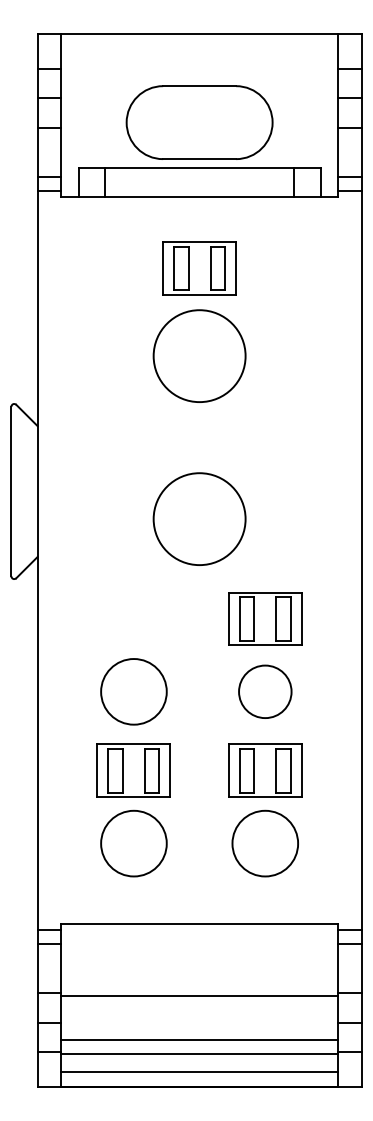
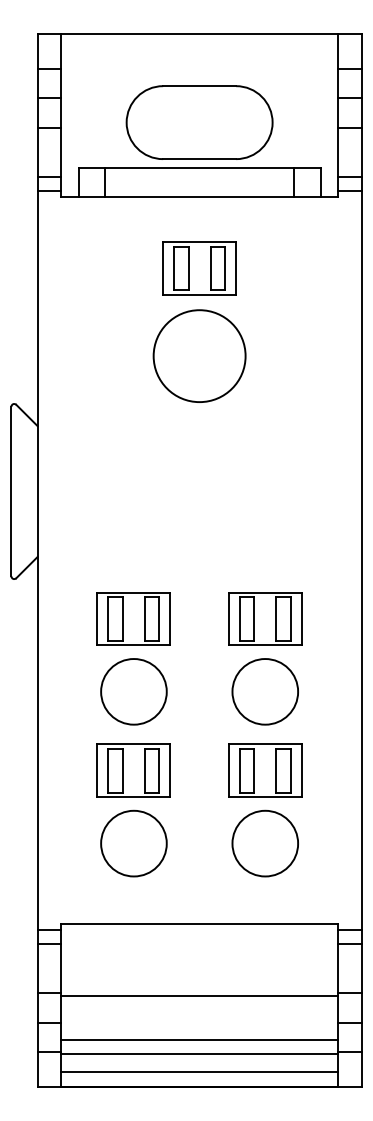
circle at (199, 518): present -> none
part at (133, 618): none -> present
circle at (265, 691) diameter: 53 px -> 66 px
